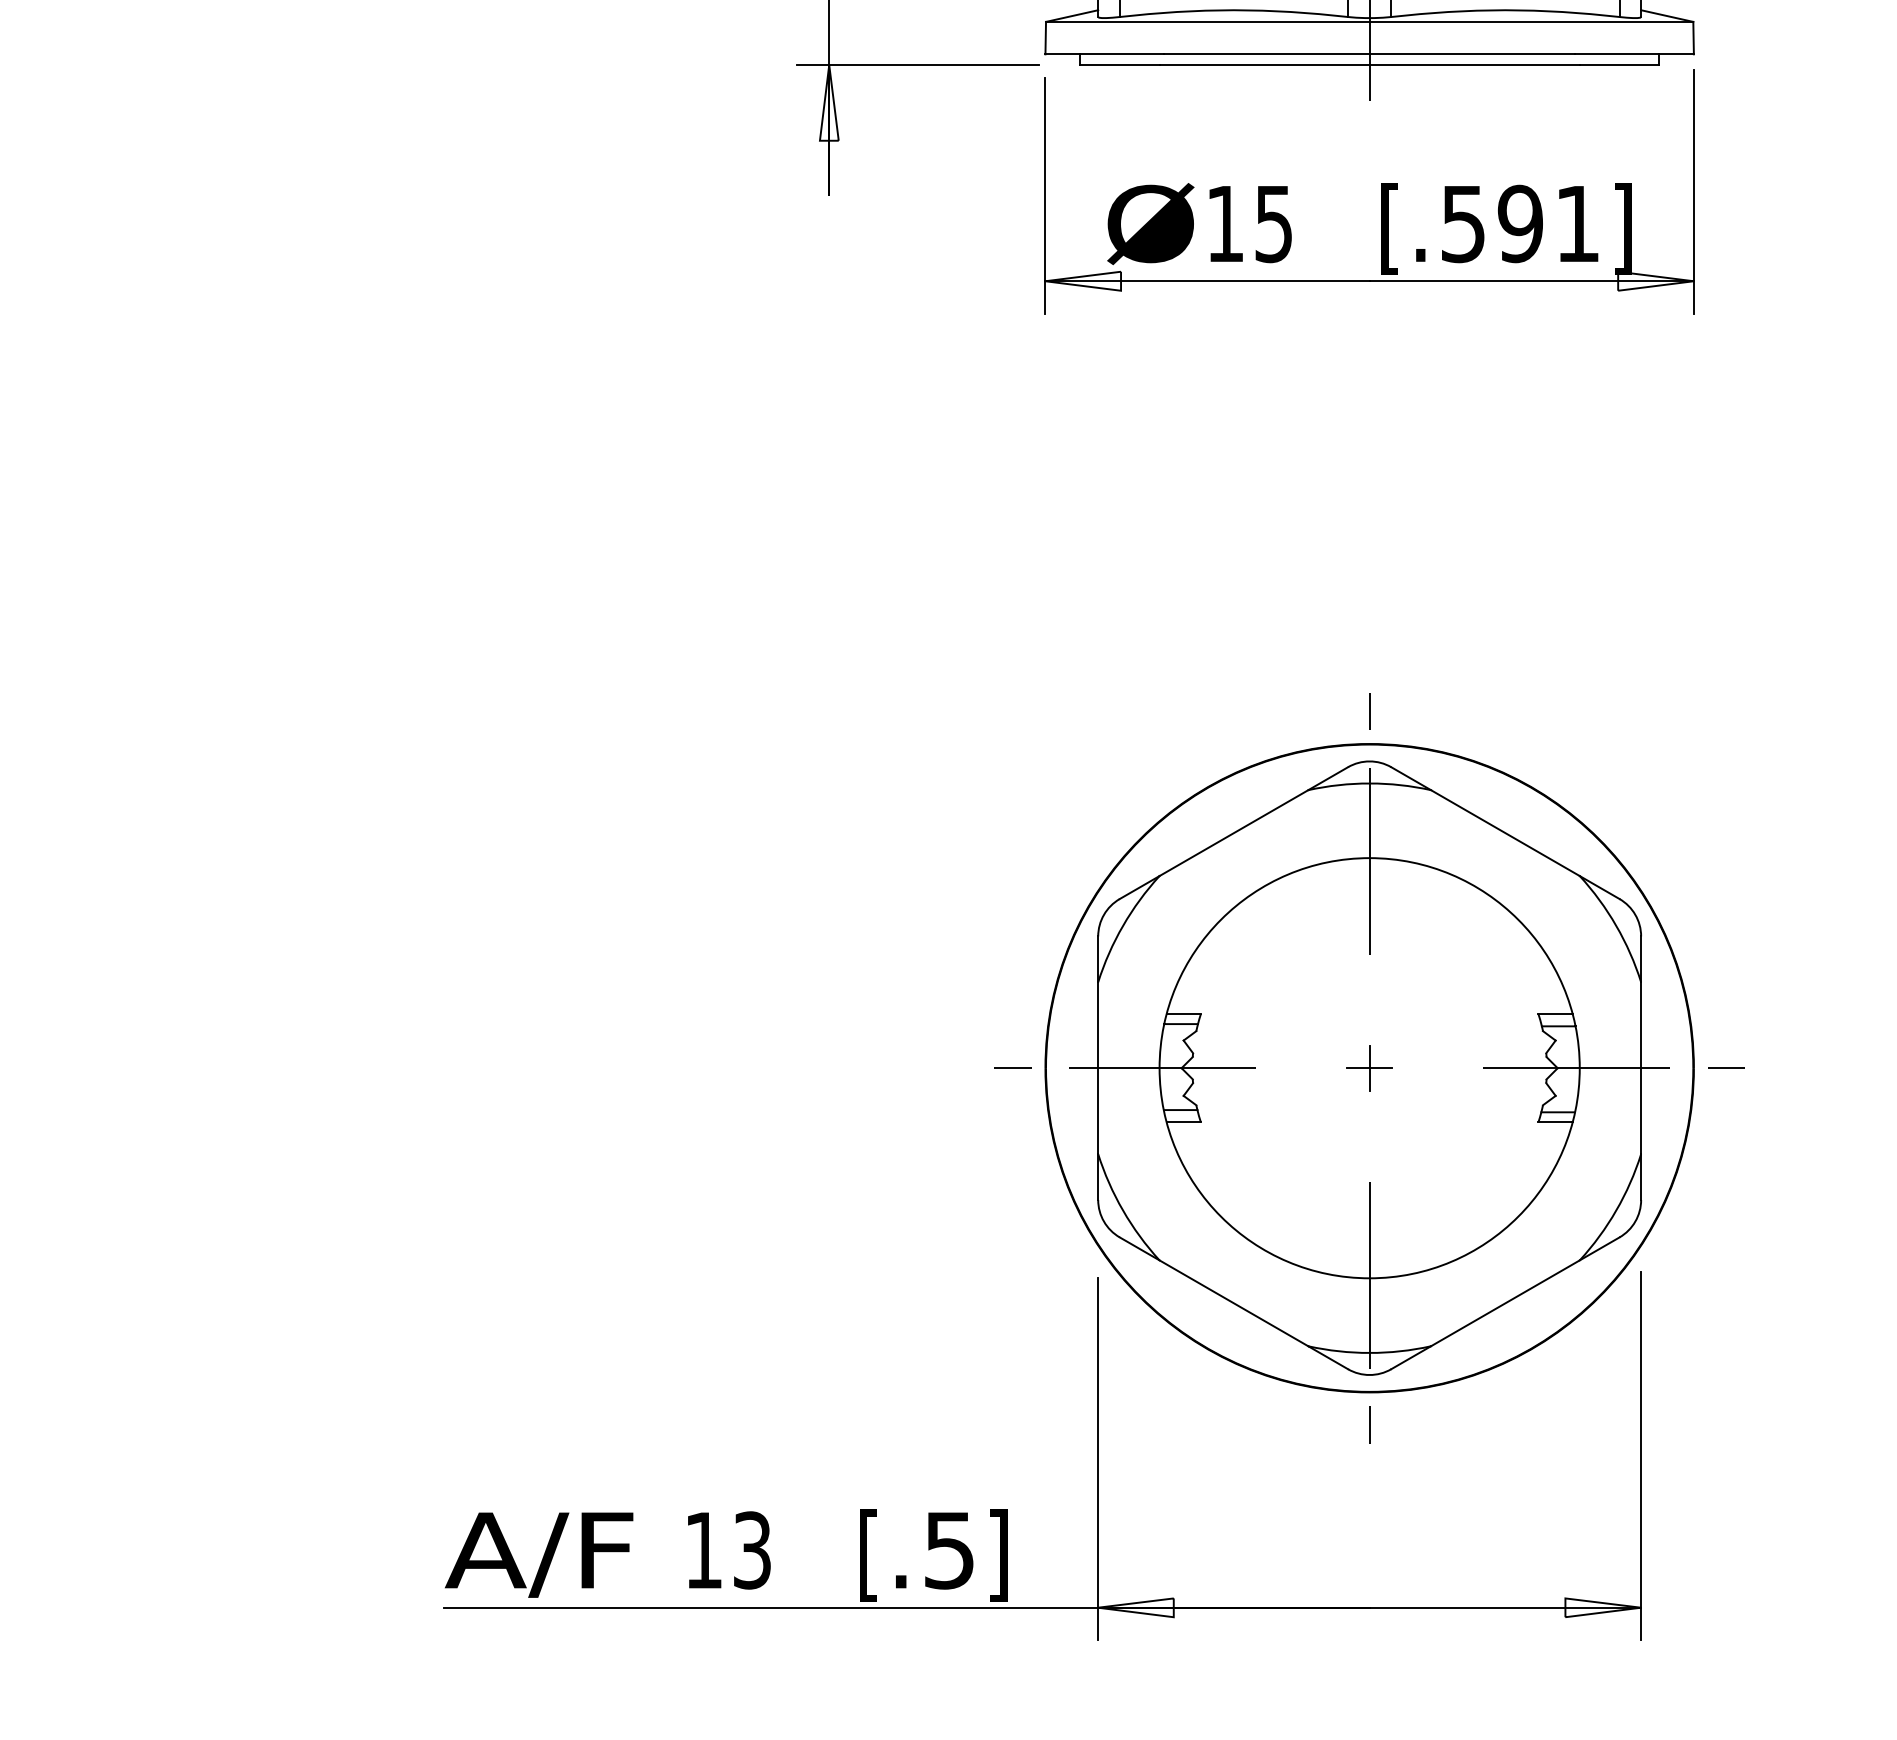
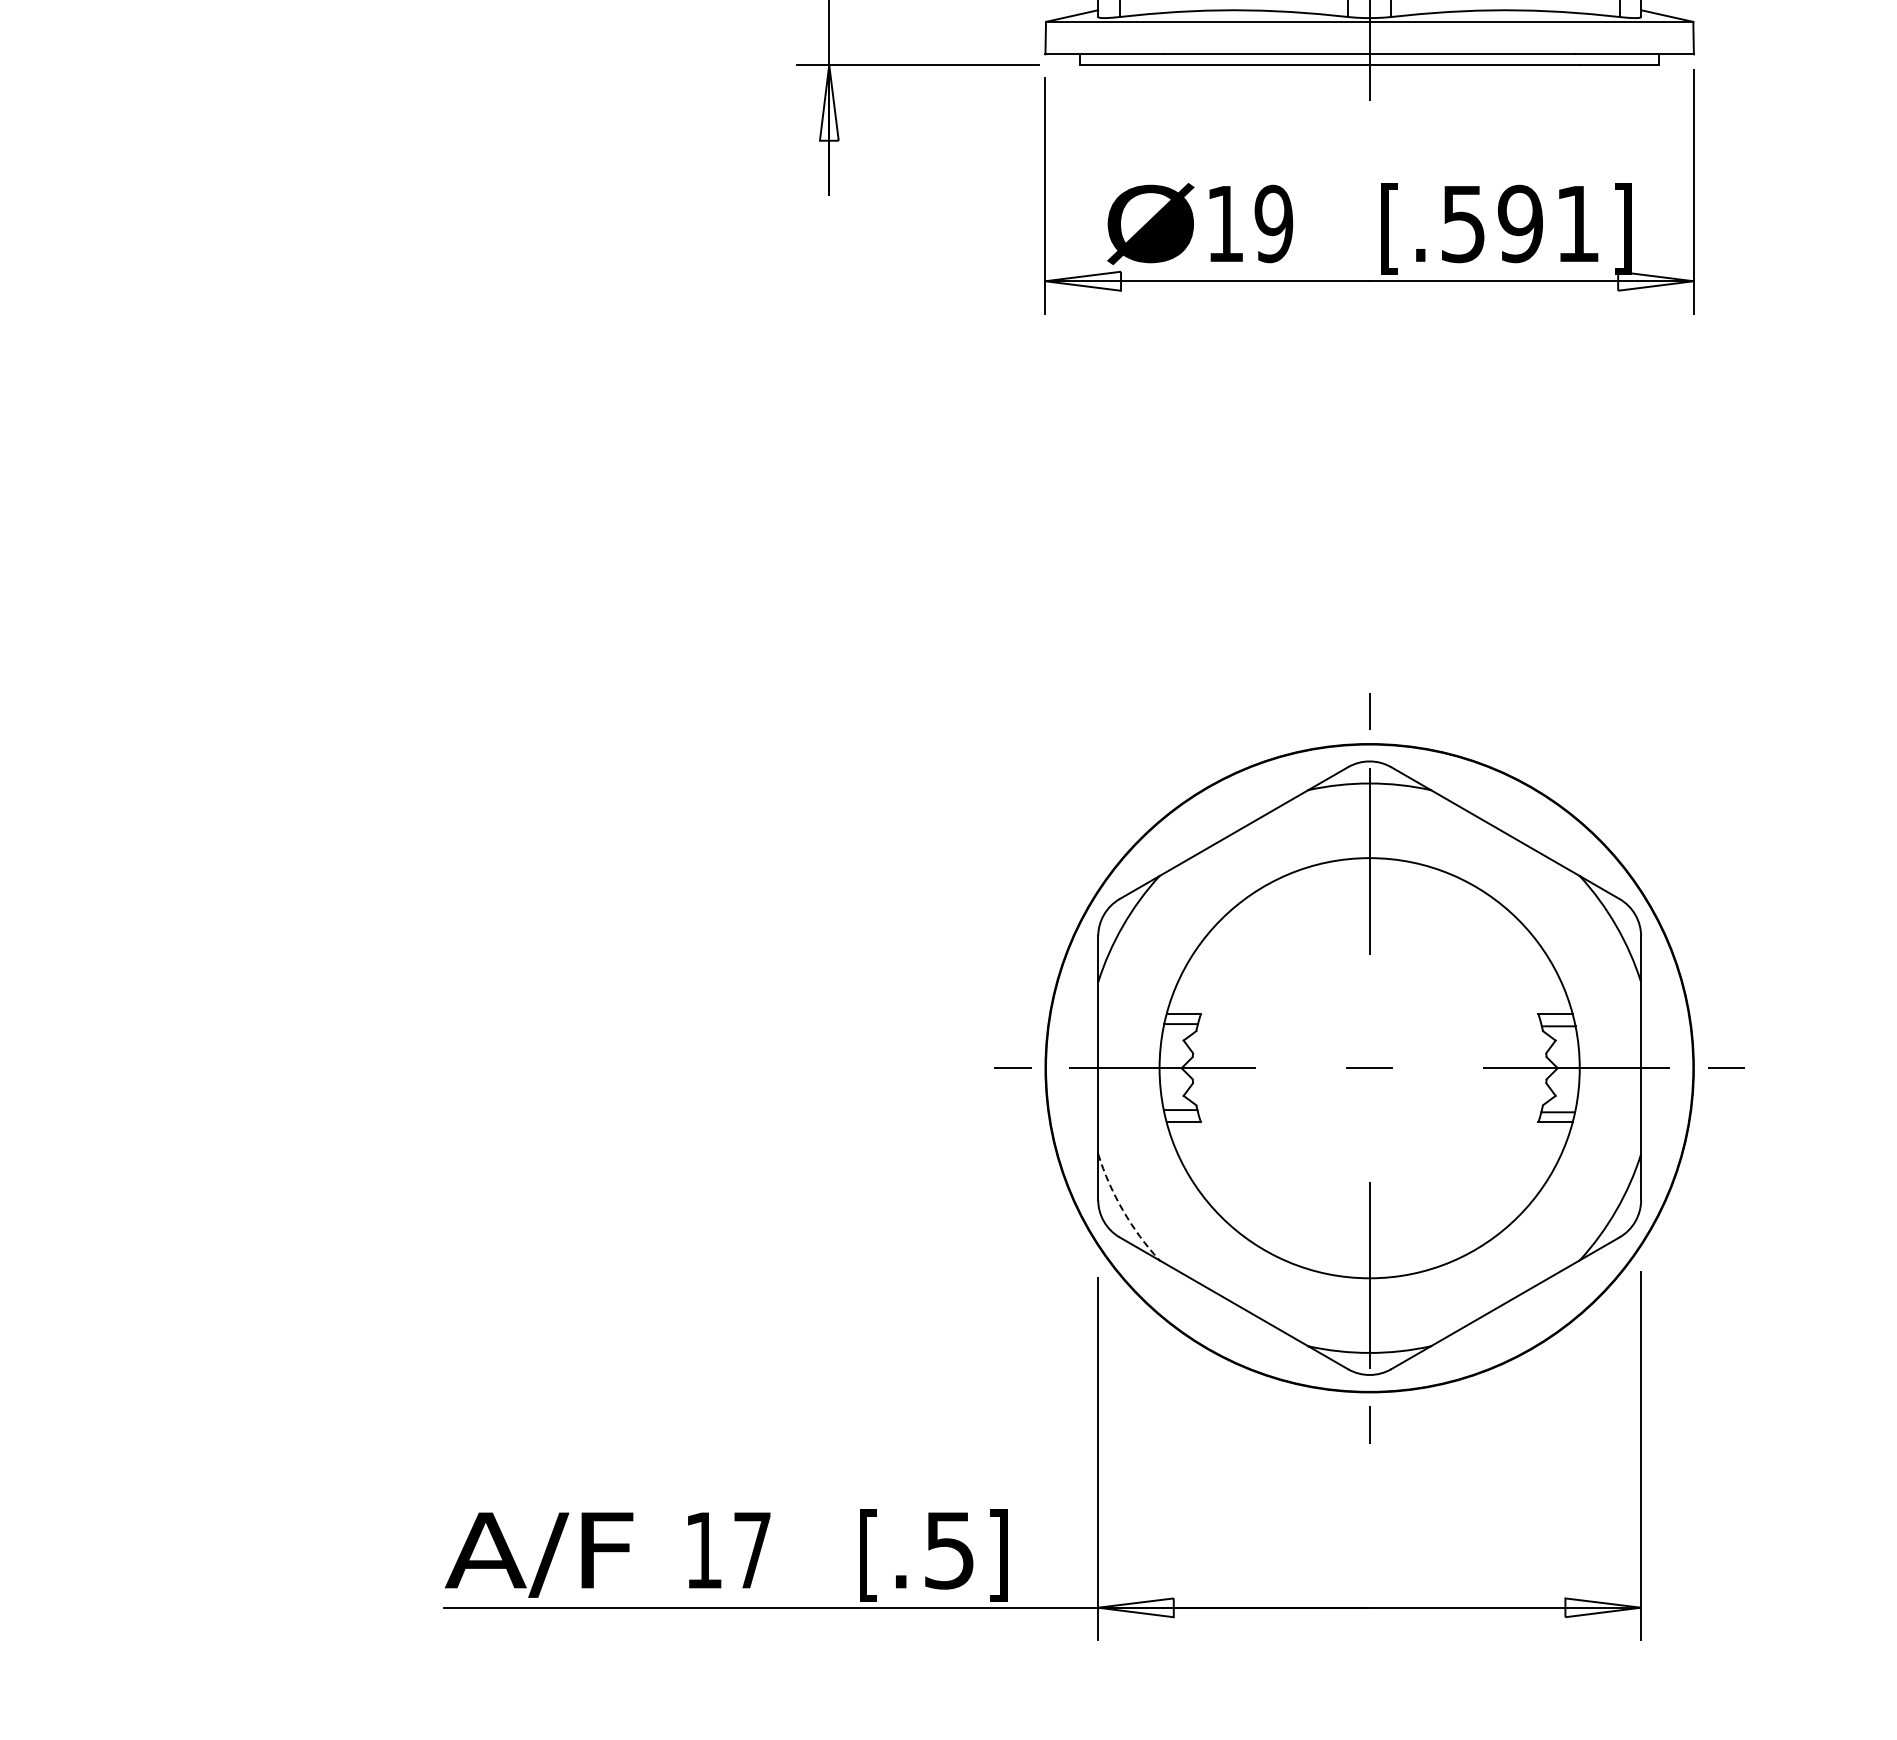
text at (1273, 223): 15 -> 19
line at (1369, 1067): present -> none
arc at (1123, 1210): solid -> dashed
text at (752, 1550): 13 -> 17
